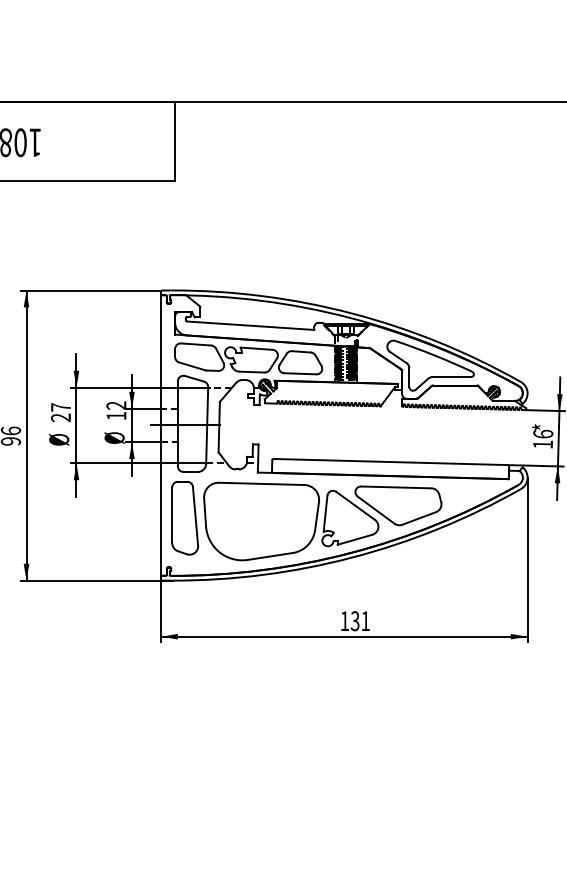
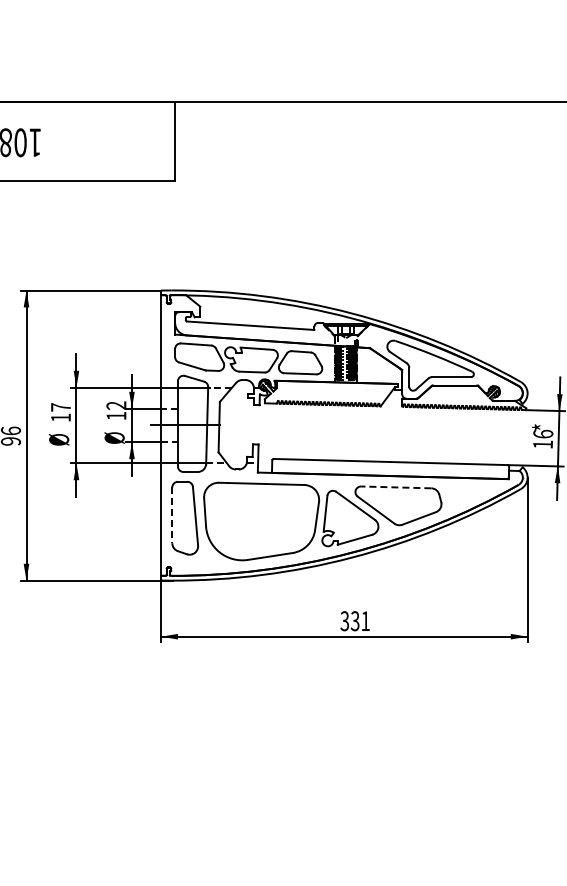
text at (60, 417): 27 -> 17
line at (395, 487): solid -> dashed
line at (172, 515): solid -> dashed
text at (344, 621): 131 -> 331
